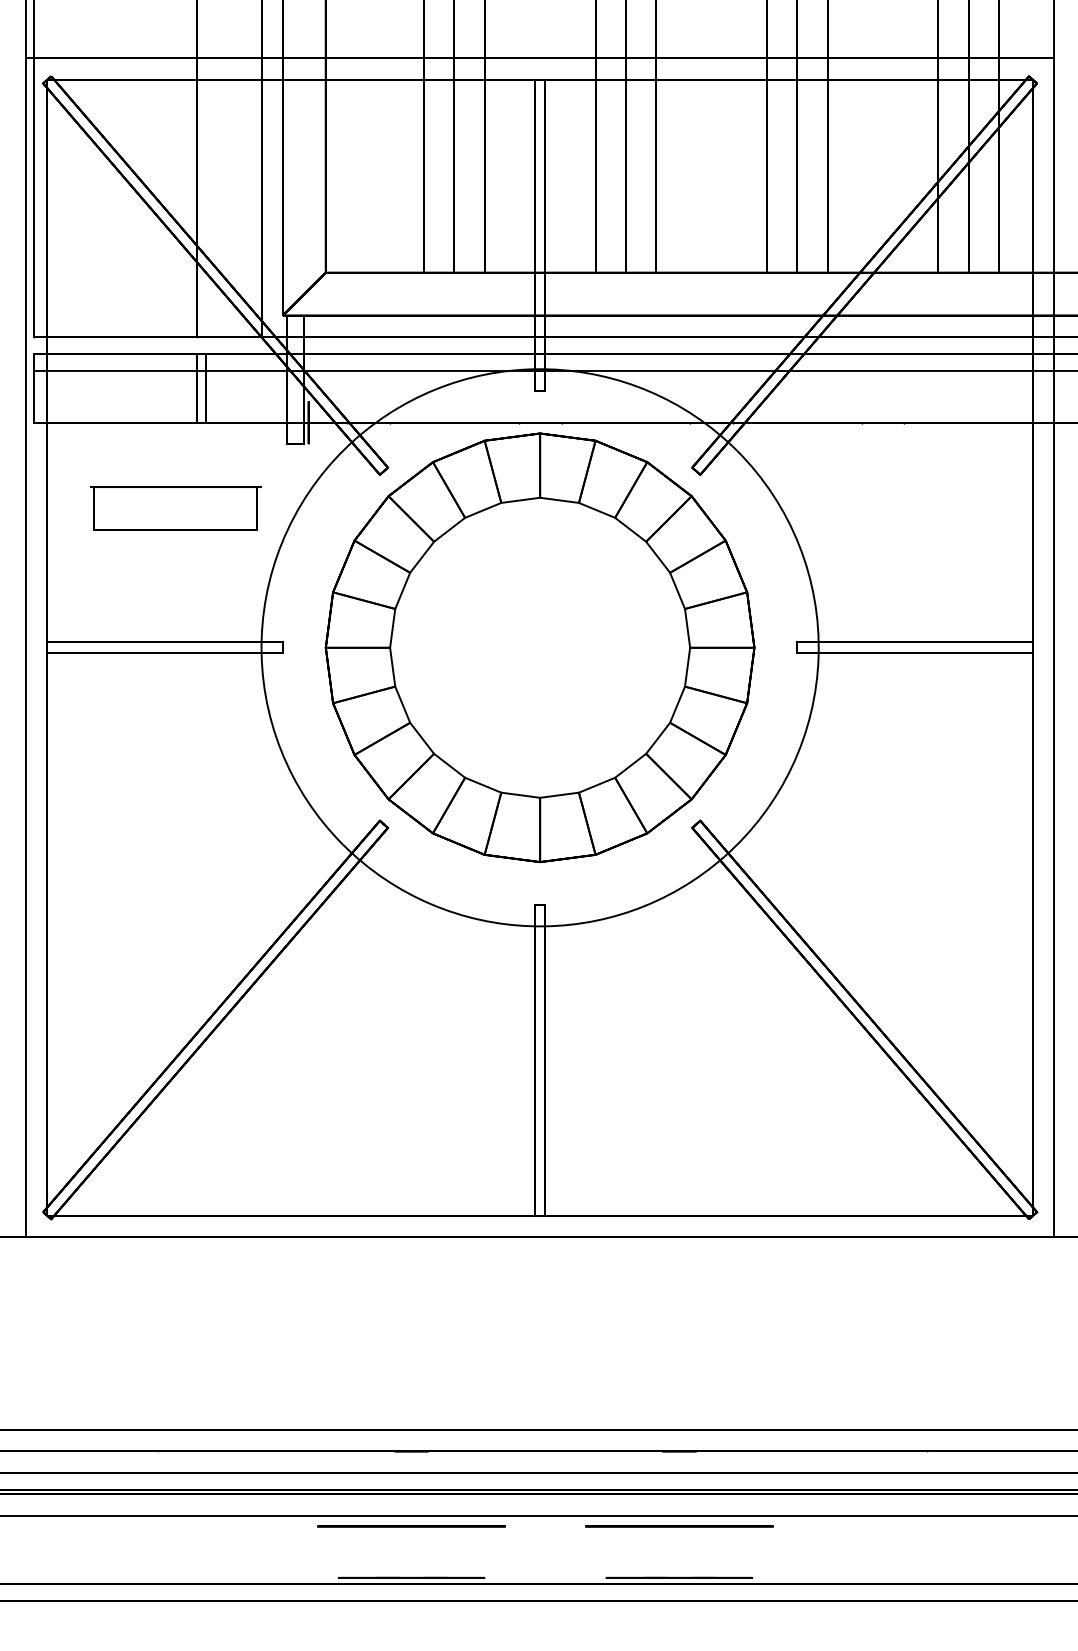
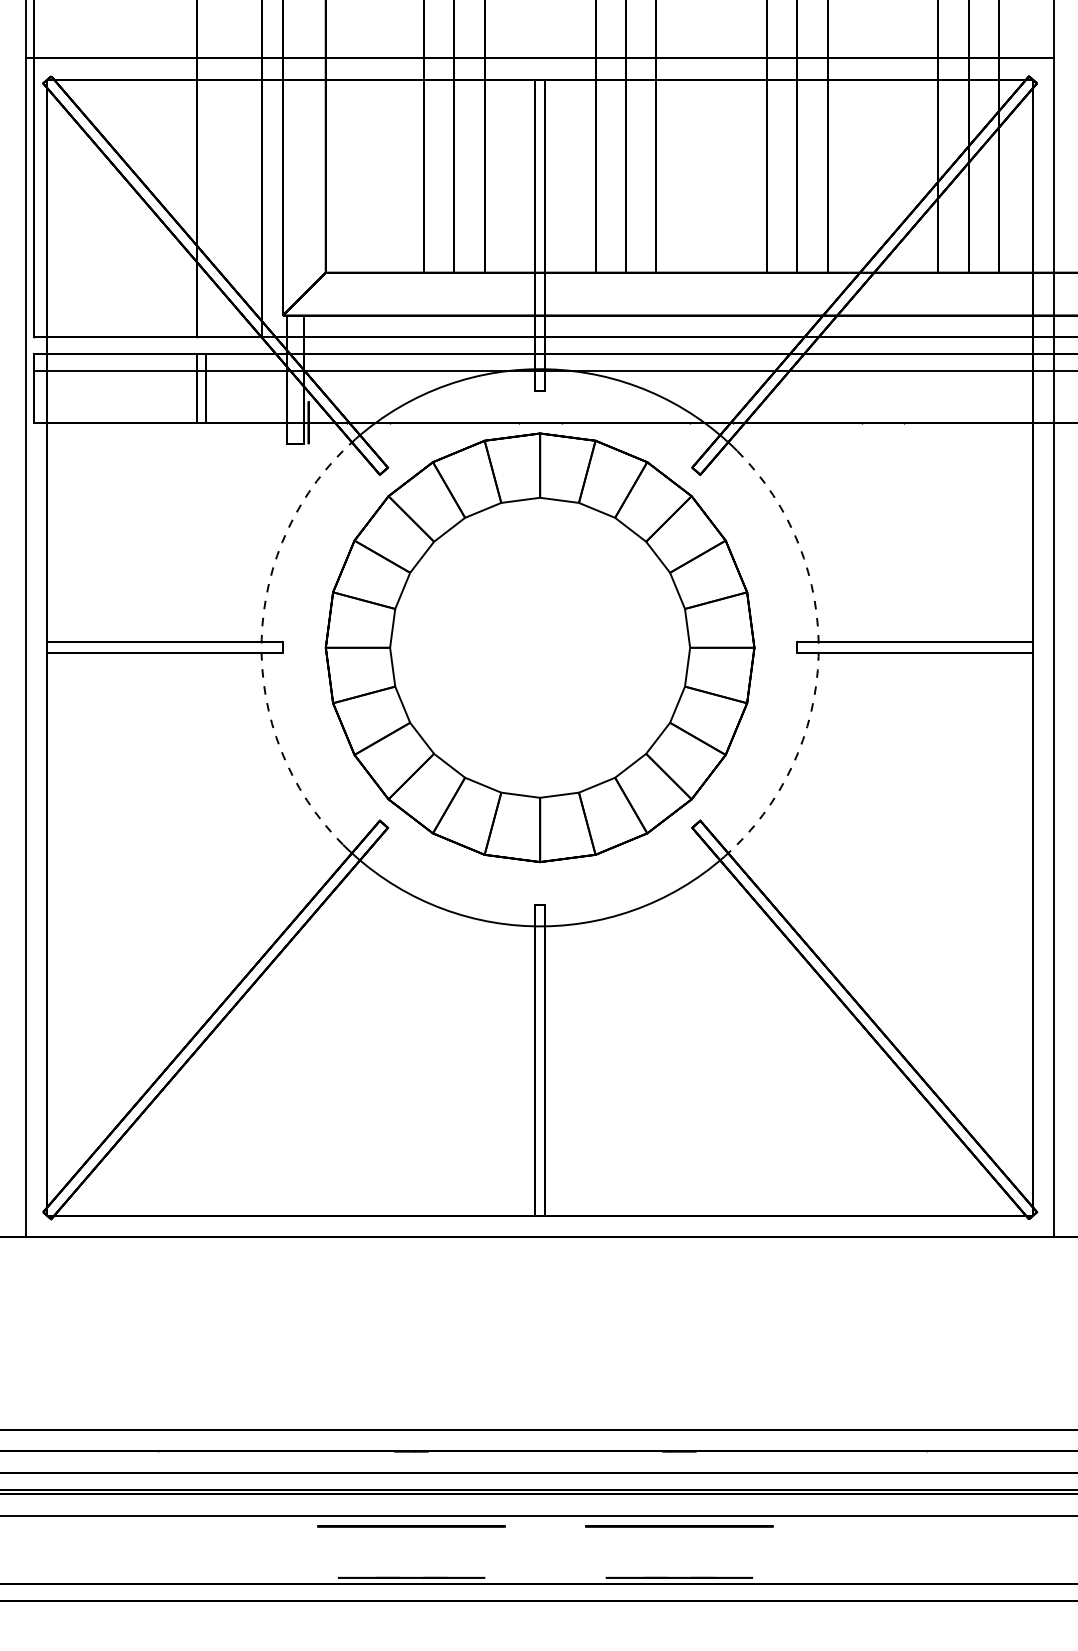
part at (175, 508): present -> none
arc at (261, 639): solid -> dashed
arc at (818, 656): solid -> dashed
